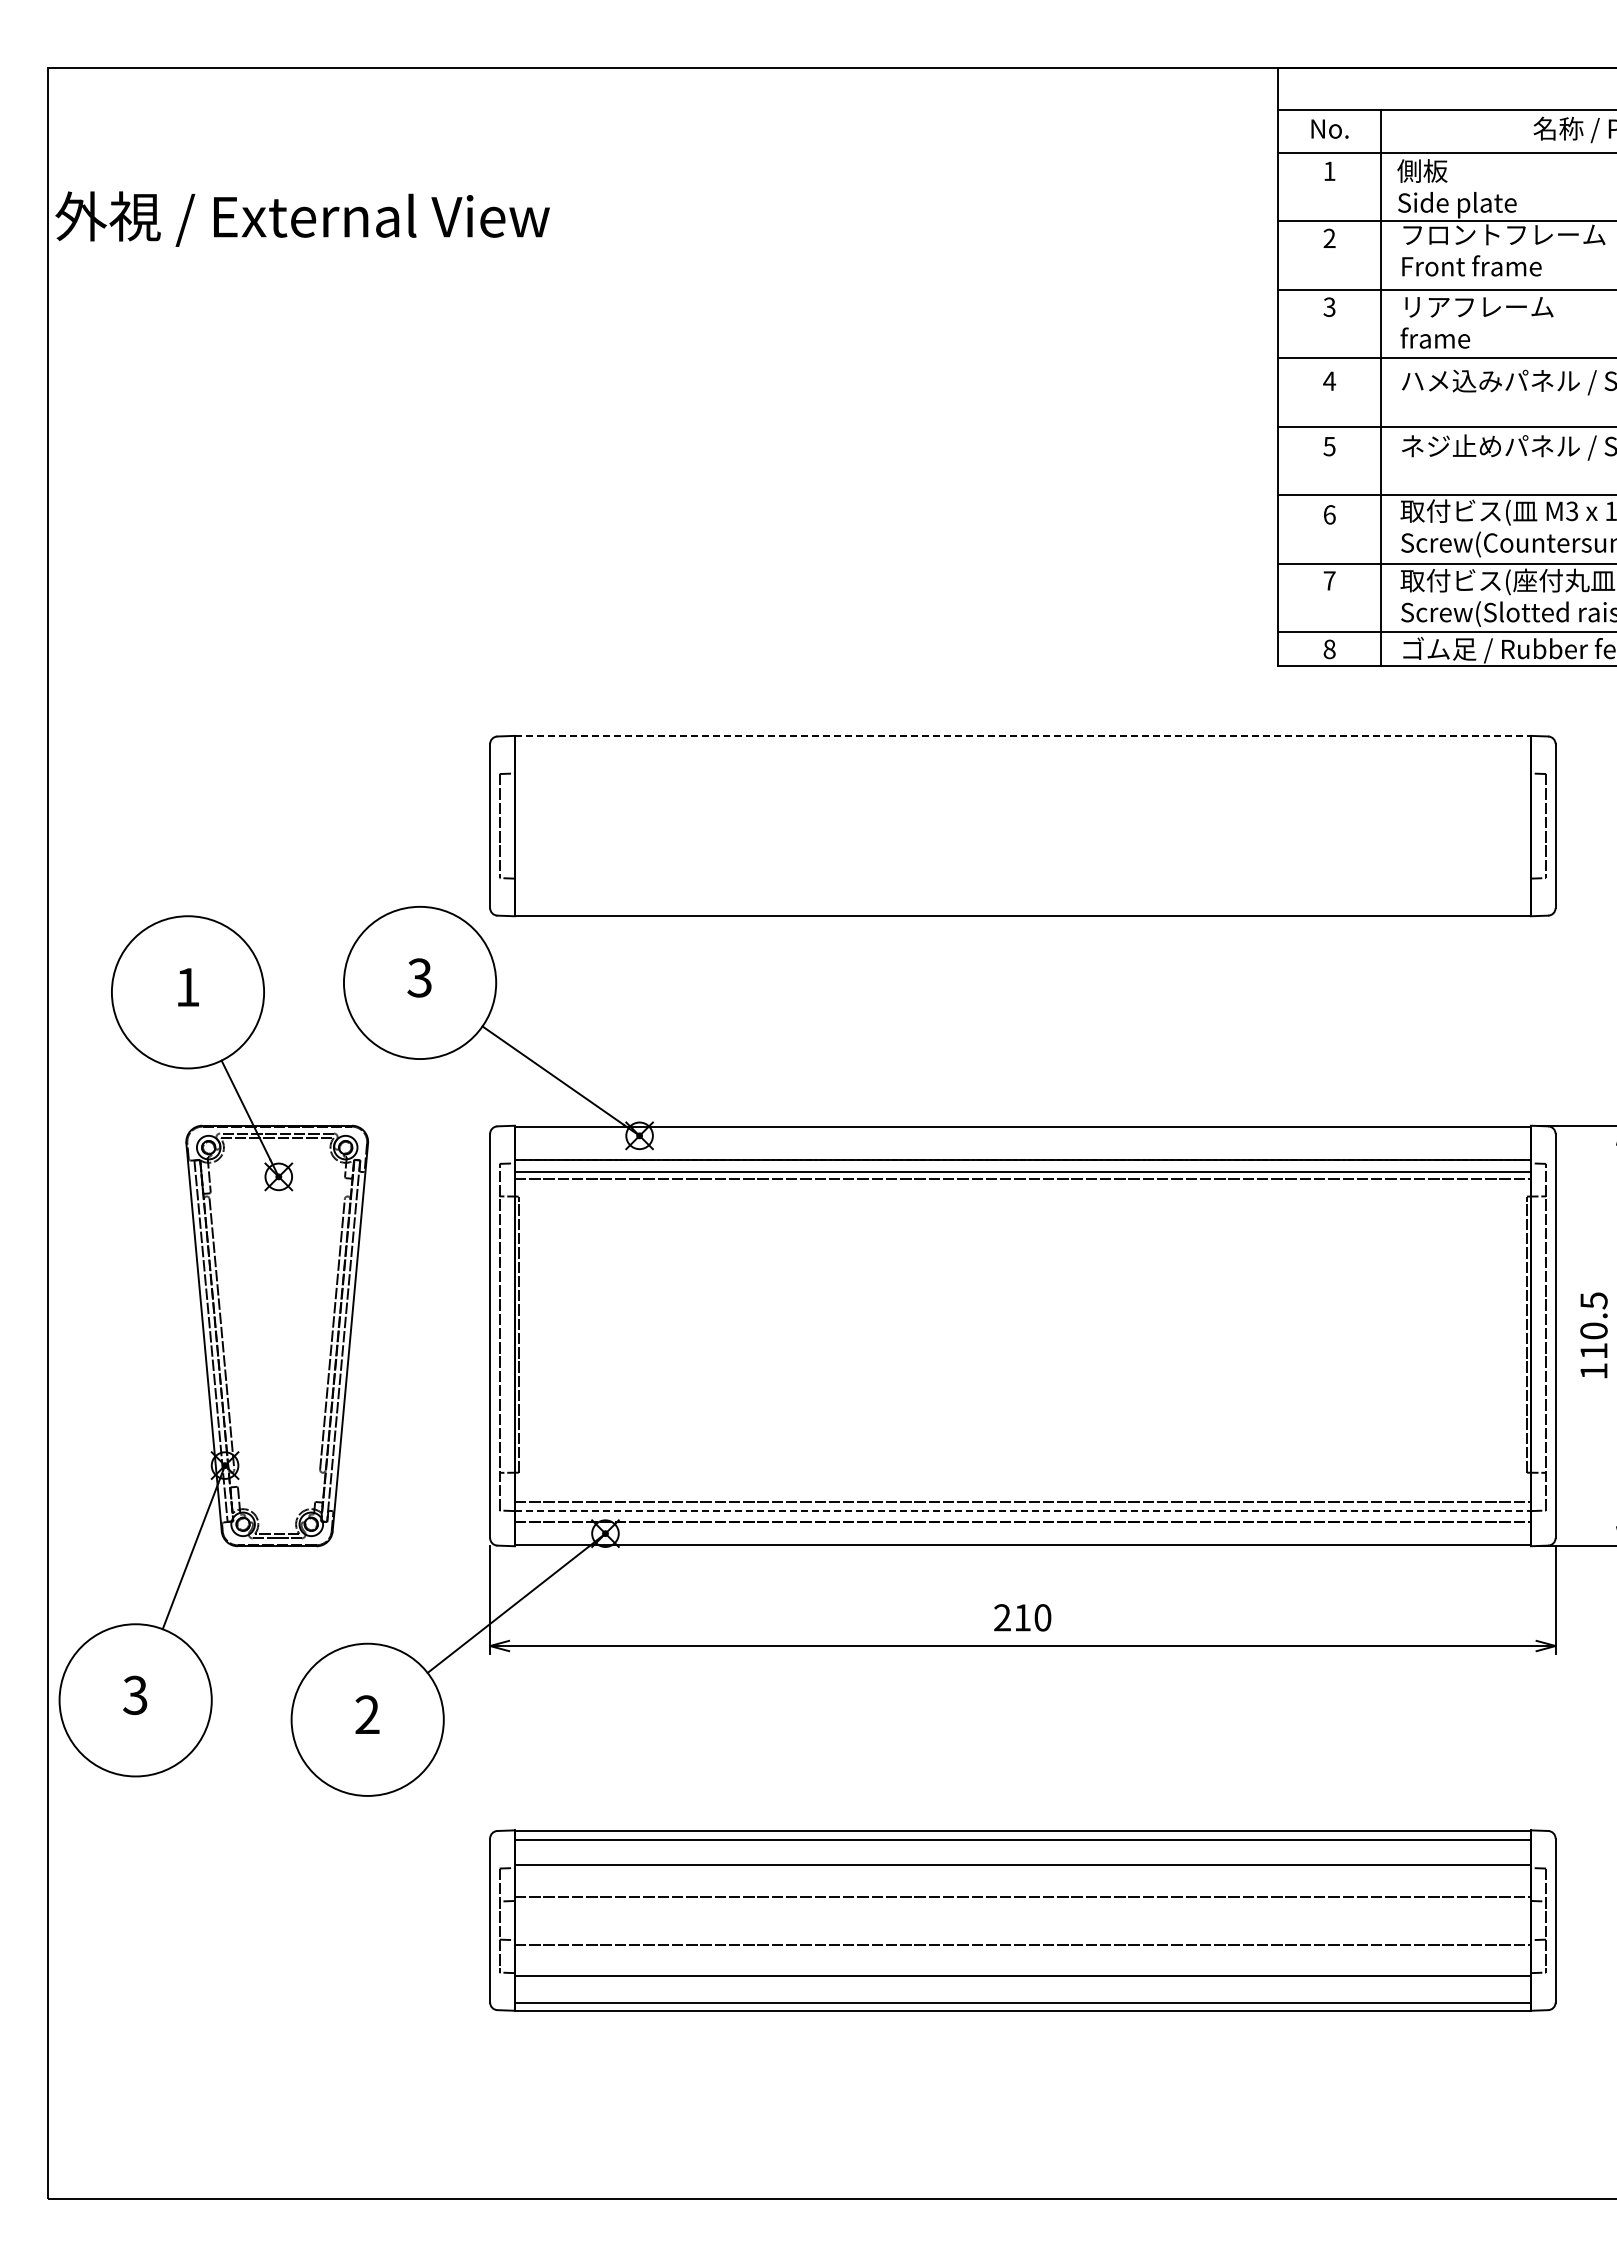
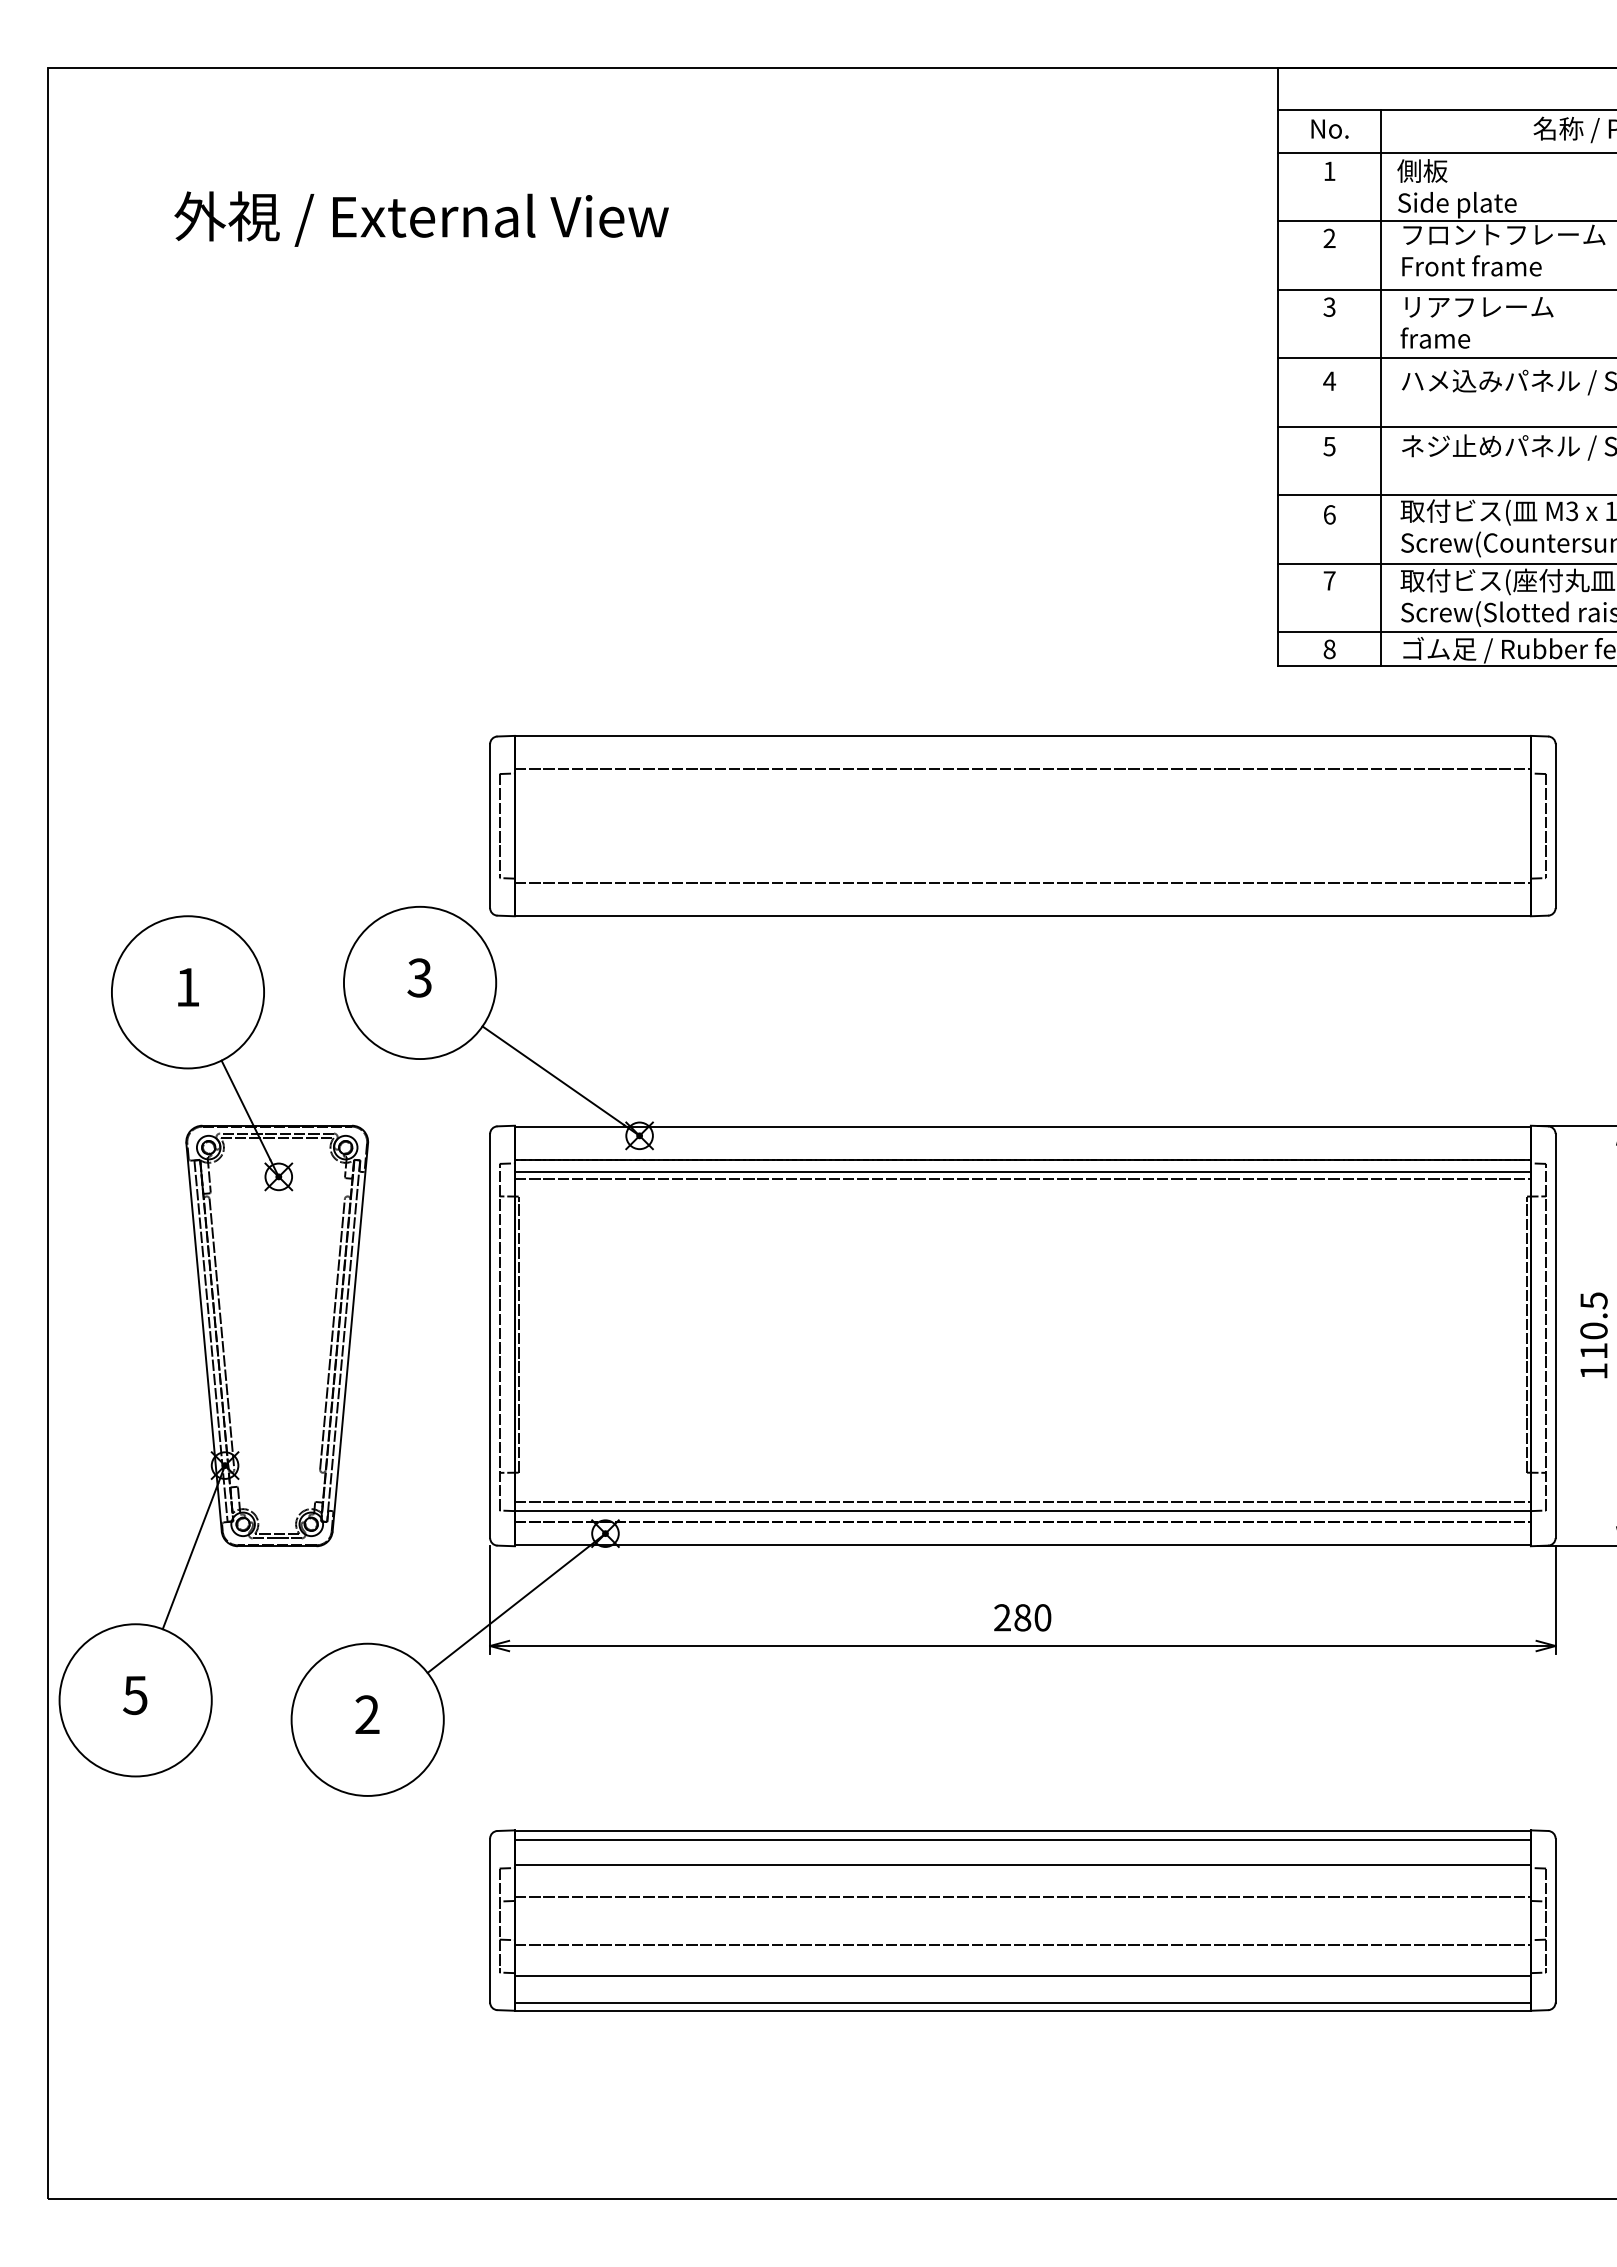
text at (302, 218) position: (302, 218) -> (421, 218)
line at (1023, 736): dashed -> solid
line at (1022, 768): none -> present
line at (1022, 883): none -> present
line at (1023, 1510): dashed -> solid
text at (1022, 1617): 210 -> 280
text at (135, 1694): 3 -> 5
